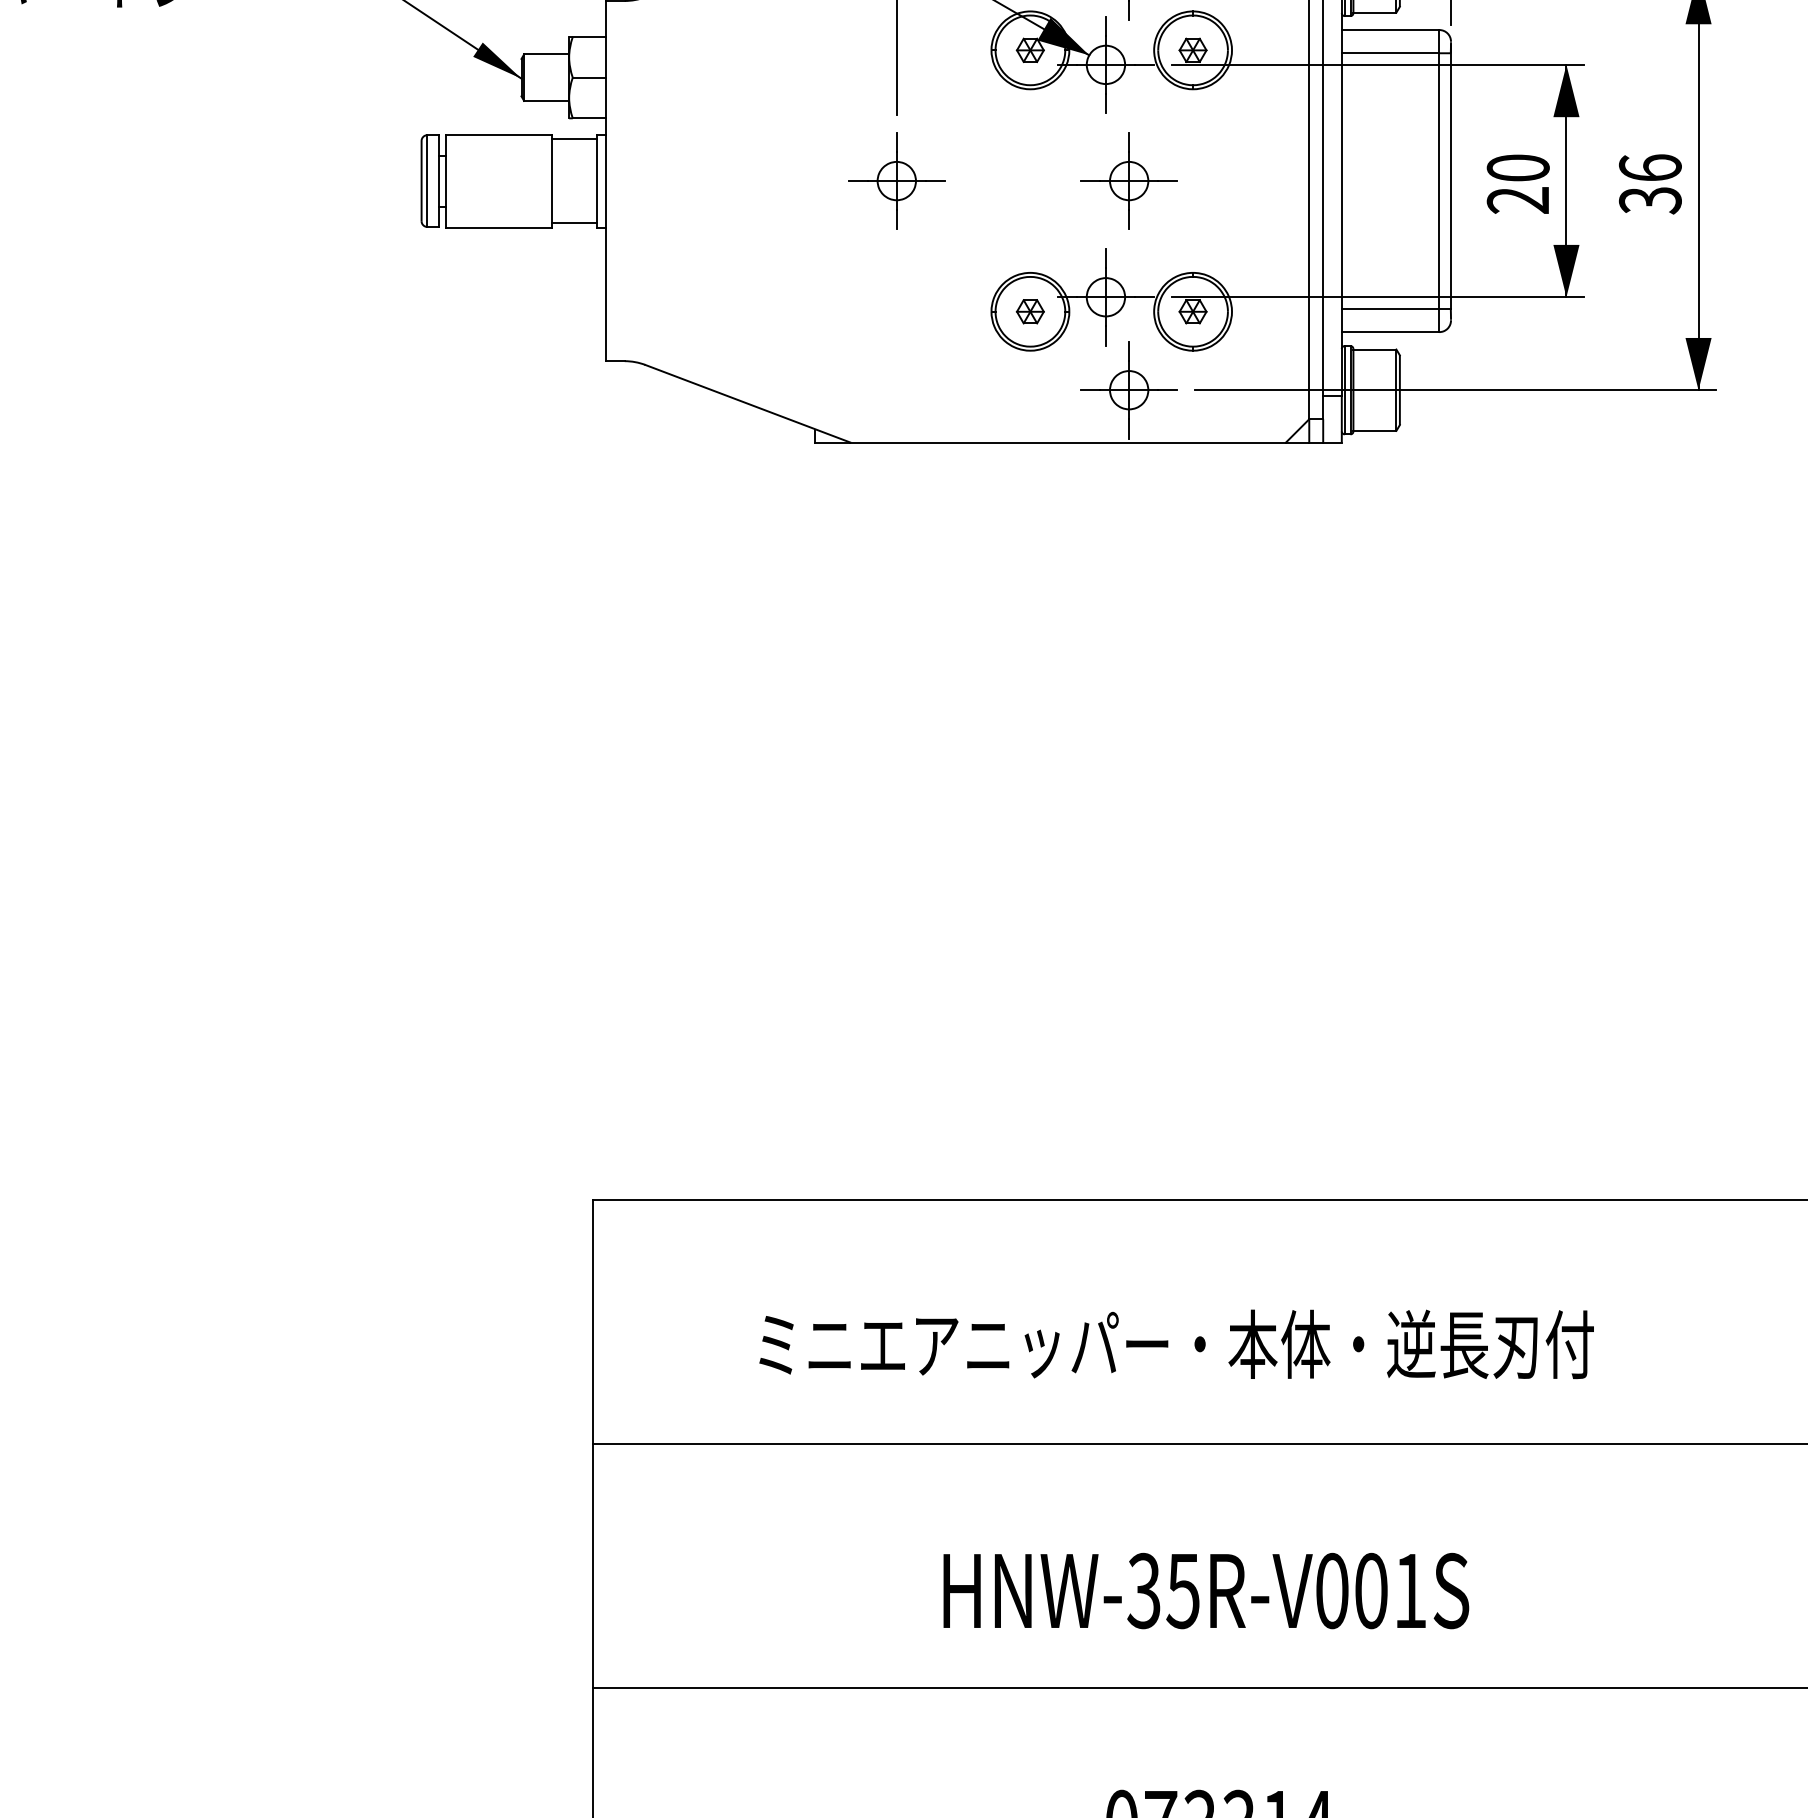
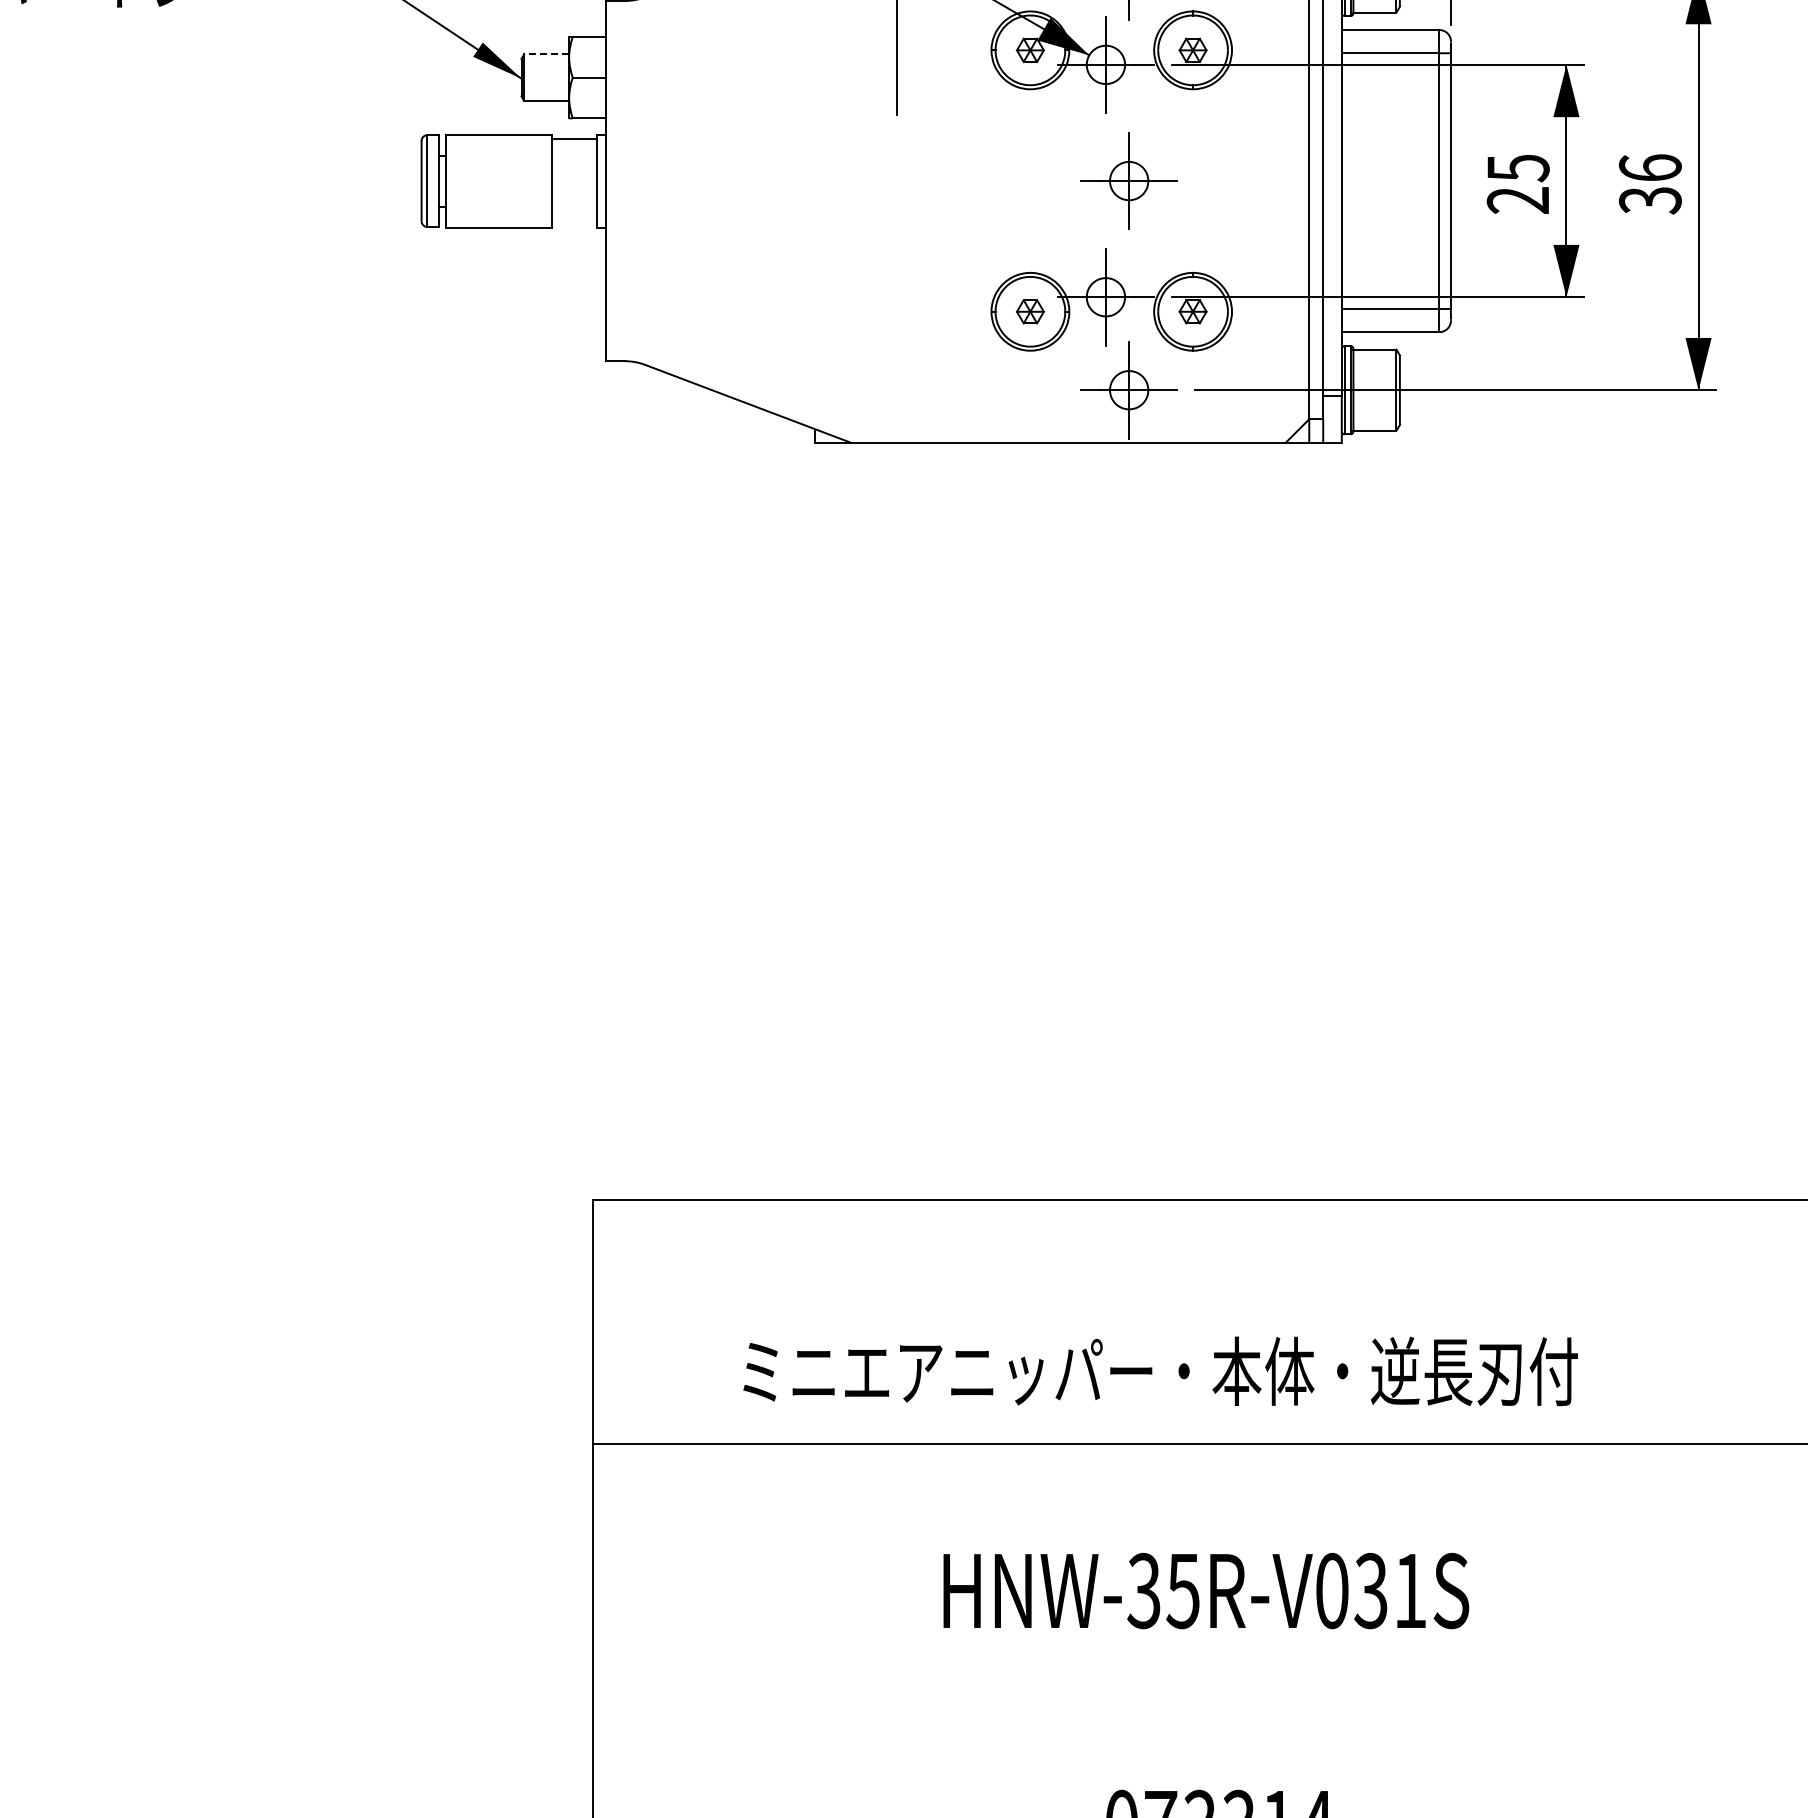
line at (546, 54): solid -> dashed
text at (1517, 168): 20 -> 25
part at (896, 180): present -> none
line at (574, 222): present -> none
text at (1176, 1344) position: (1176, 1344) -> (1160, 1371)
text at (1370, 1591): HNW-35R-V001S -> HNW-35R-V031S
line at (1198, 1687): present -> none
